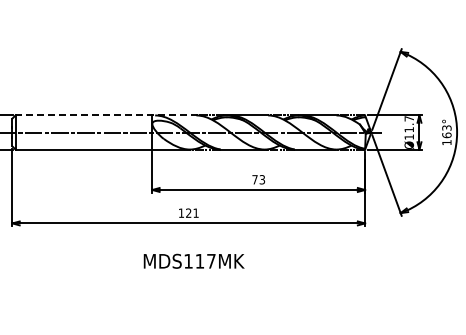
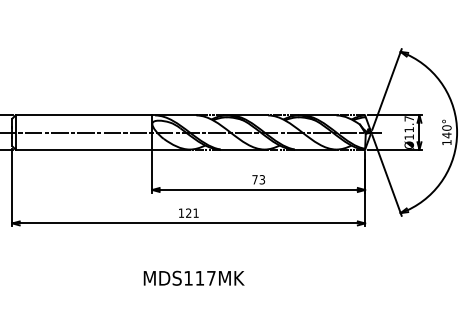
line at (106, 115): dashed -> solid
text at (446, 131): 163° -> 140°
text at (193, 260) position: (193, 260) -> (193, 277)
